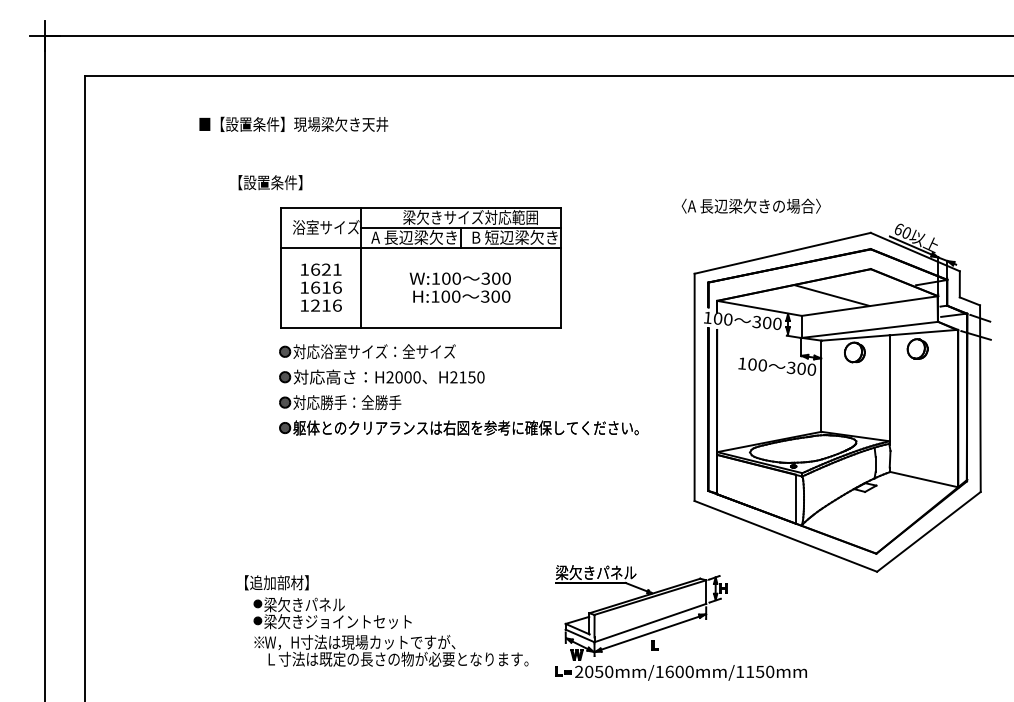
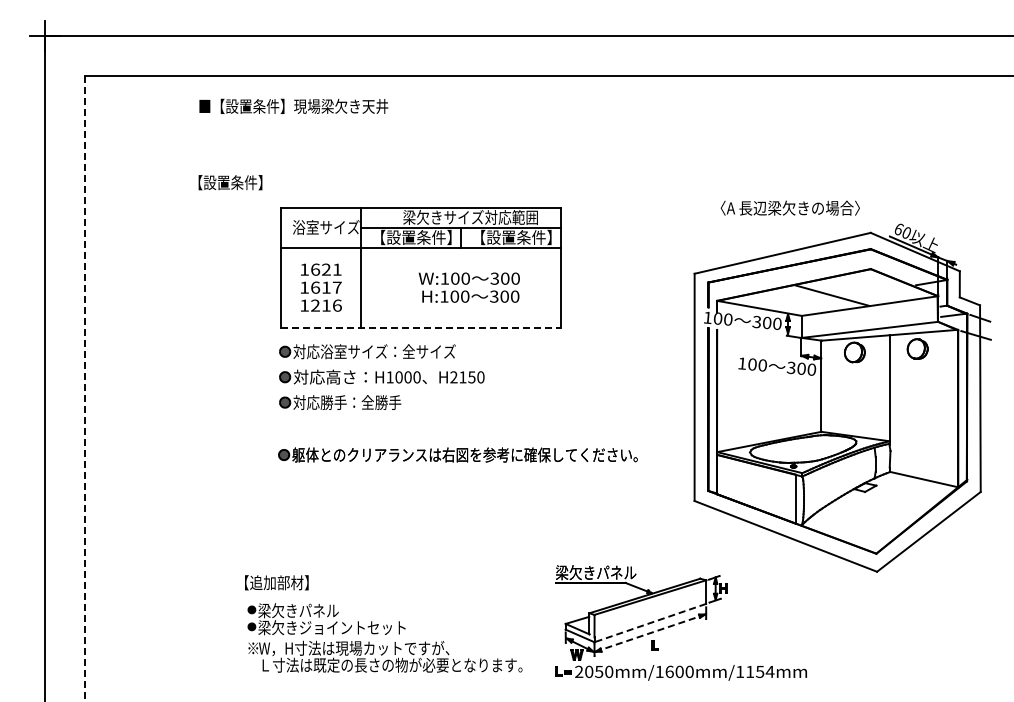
text at (293, 123) position: (293, 123) -> (293, 105)
text at (270, 182) position: (270, 182) -> (230, 182)
text at (750, 205) position: (750, 205) -> (789, 207)
text at (413, 237): A 長辺梁欠き -> 【設置条件】
text at (514, 237): B 短辺梁欠き -> 【設置条件】
text at (336, 287): 1616 -> 1617
text at (459, 287) position: (459, 287) -> (468, 287)
line at (421, 327): solid -> dashed
text at (389, 377): H2000 -> H1000
line at (85, 388): solid -> dashed
part at (458, 427) position: (458, 427) -> (457, 454)
line at (649, 623): solid -> dashed
part at (390, 631) position: (390, 631) -> (384, 637)
line at (650, 633): solid -> dashed
text at (769, 671): 2050mm/1600mm/1150mm -> 2050mm/1600mm/1154mm
